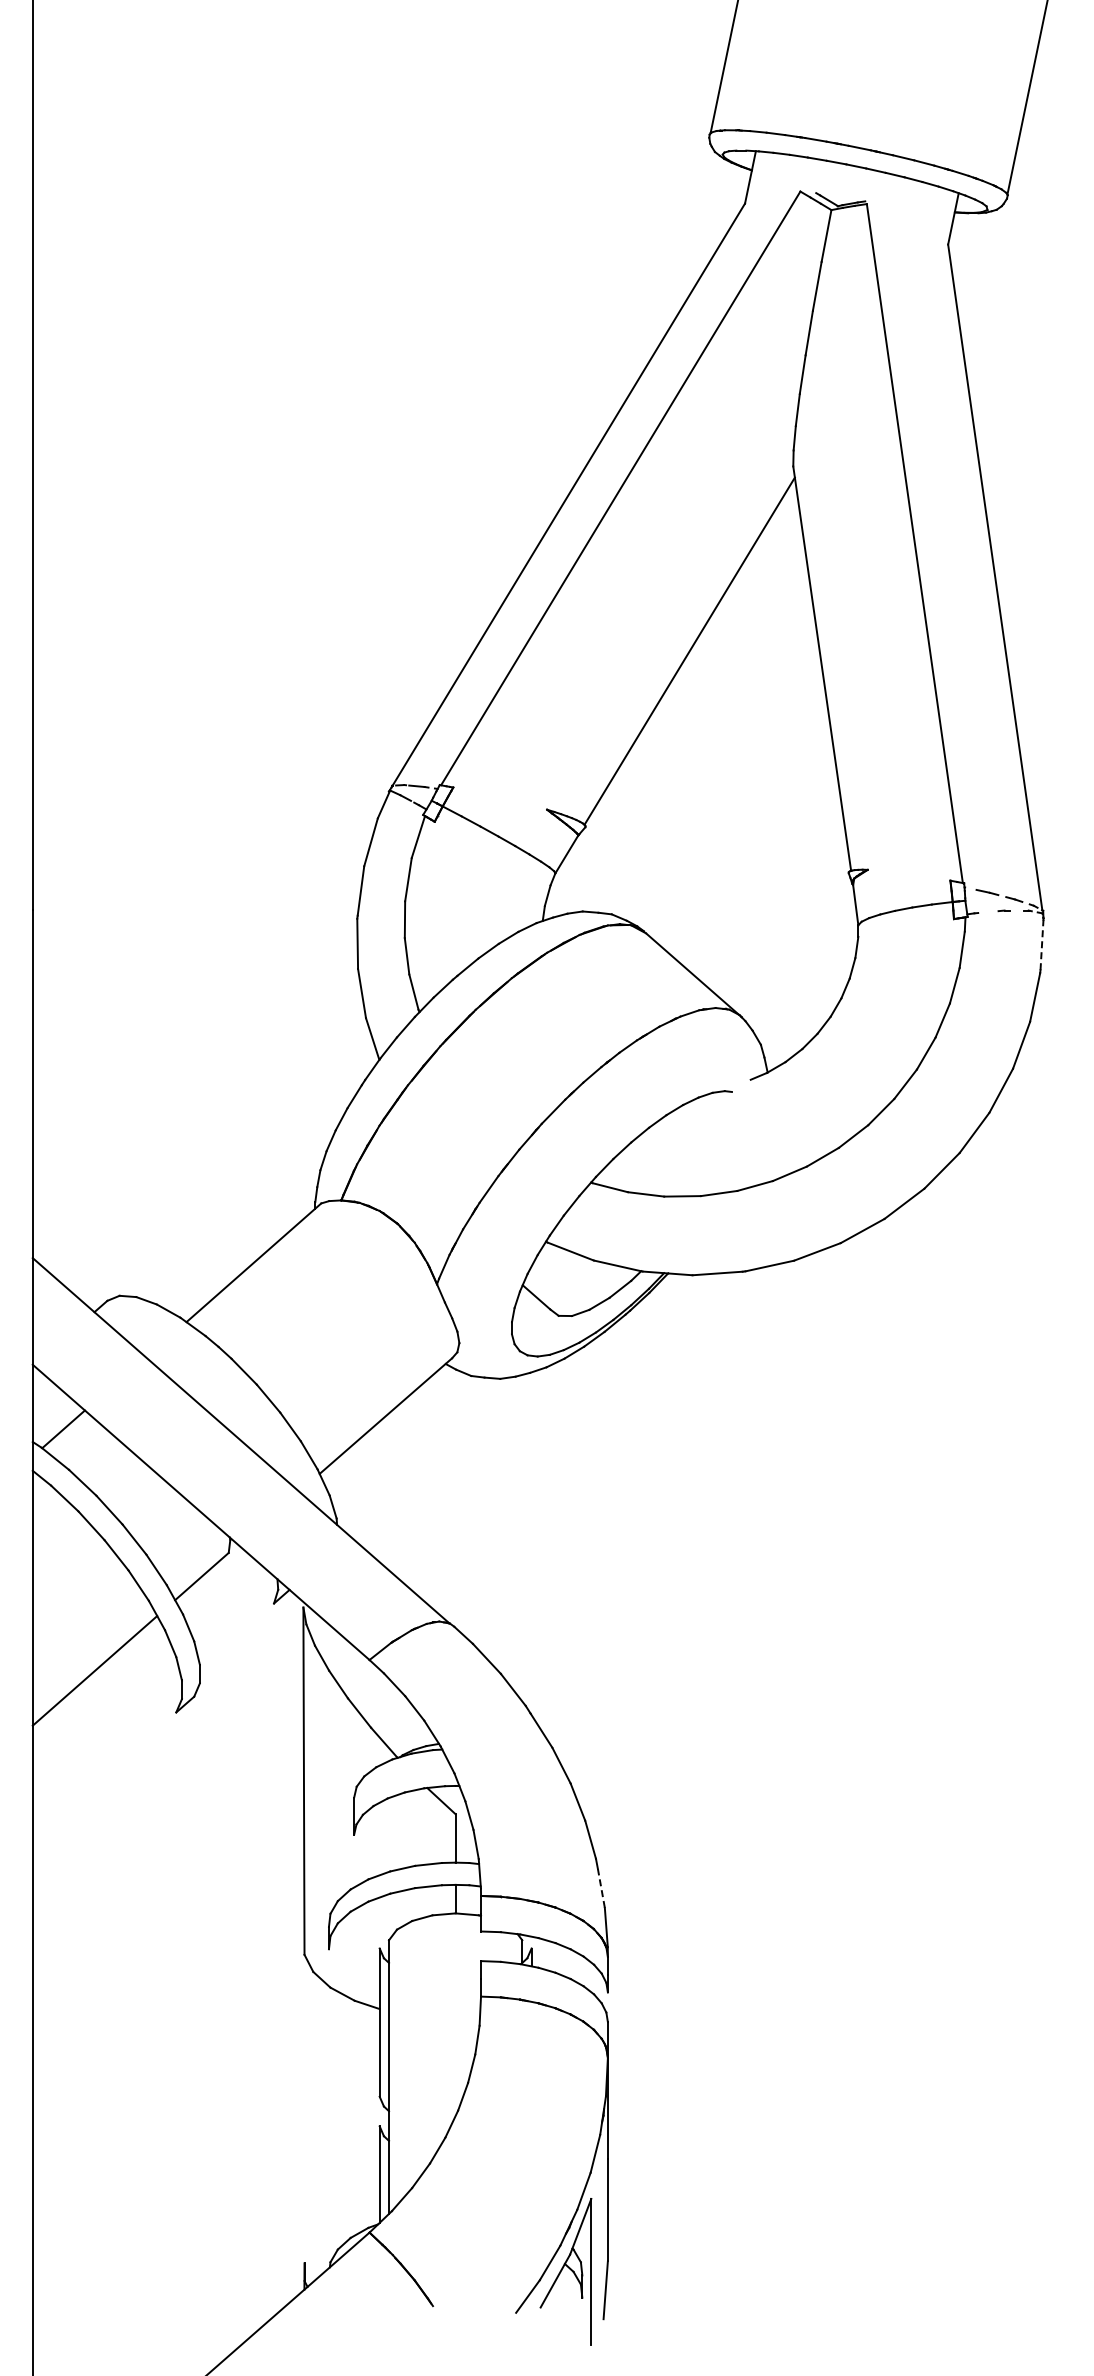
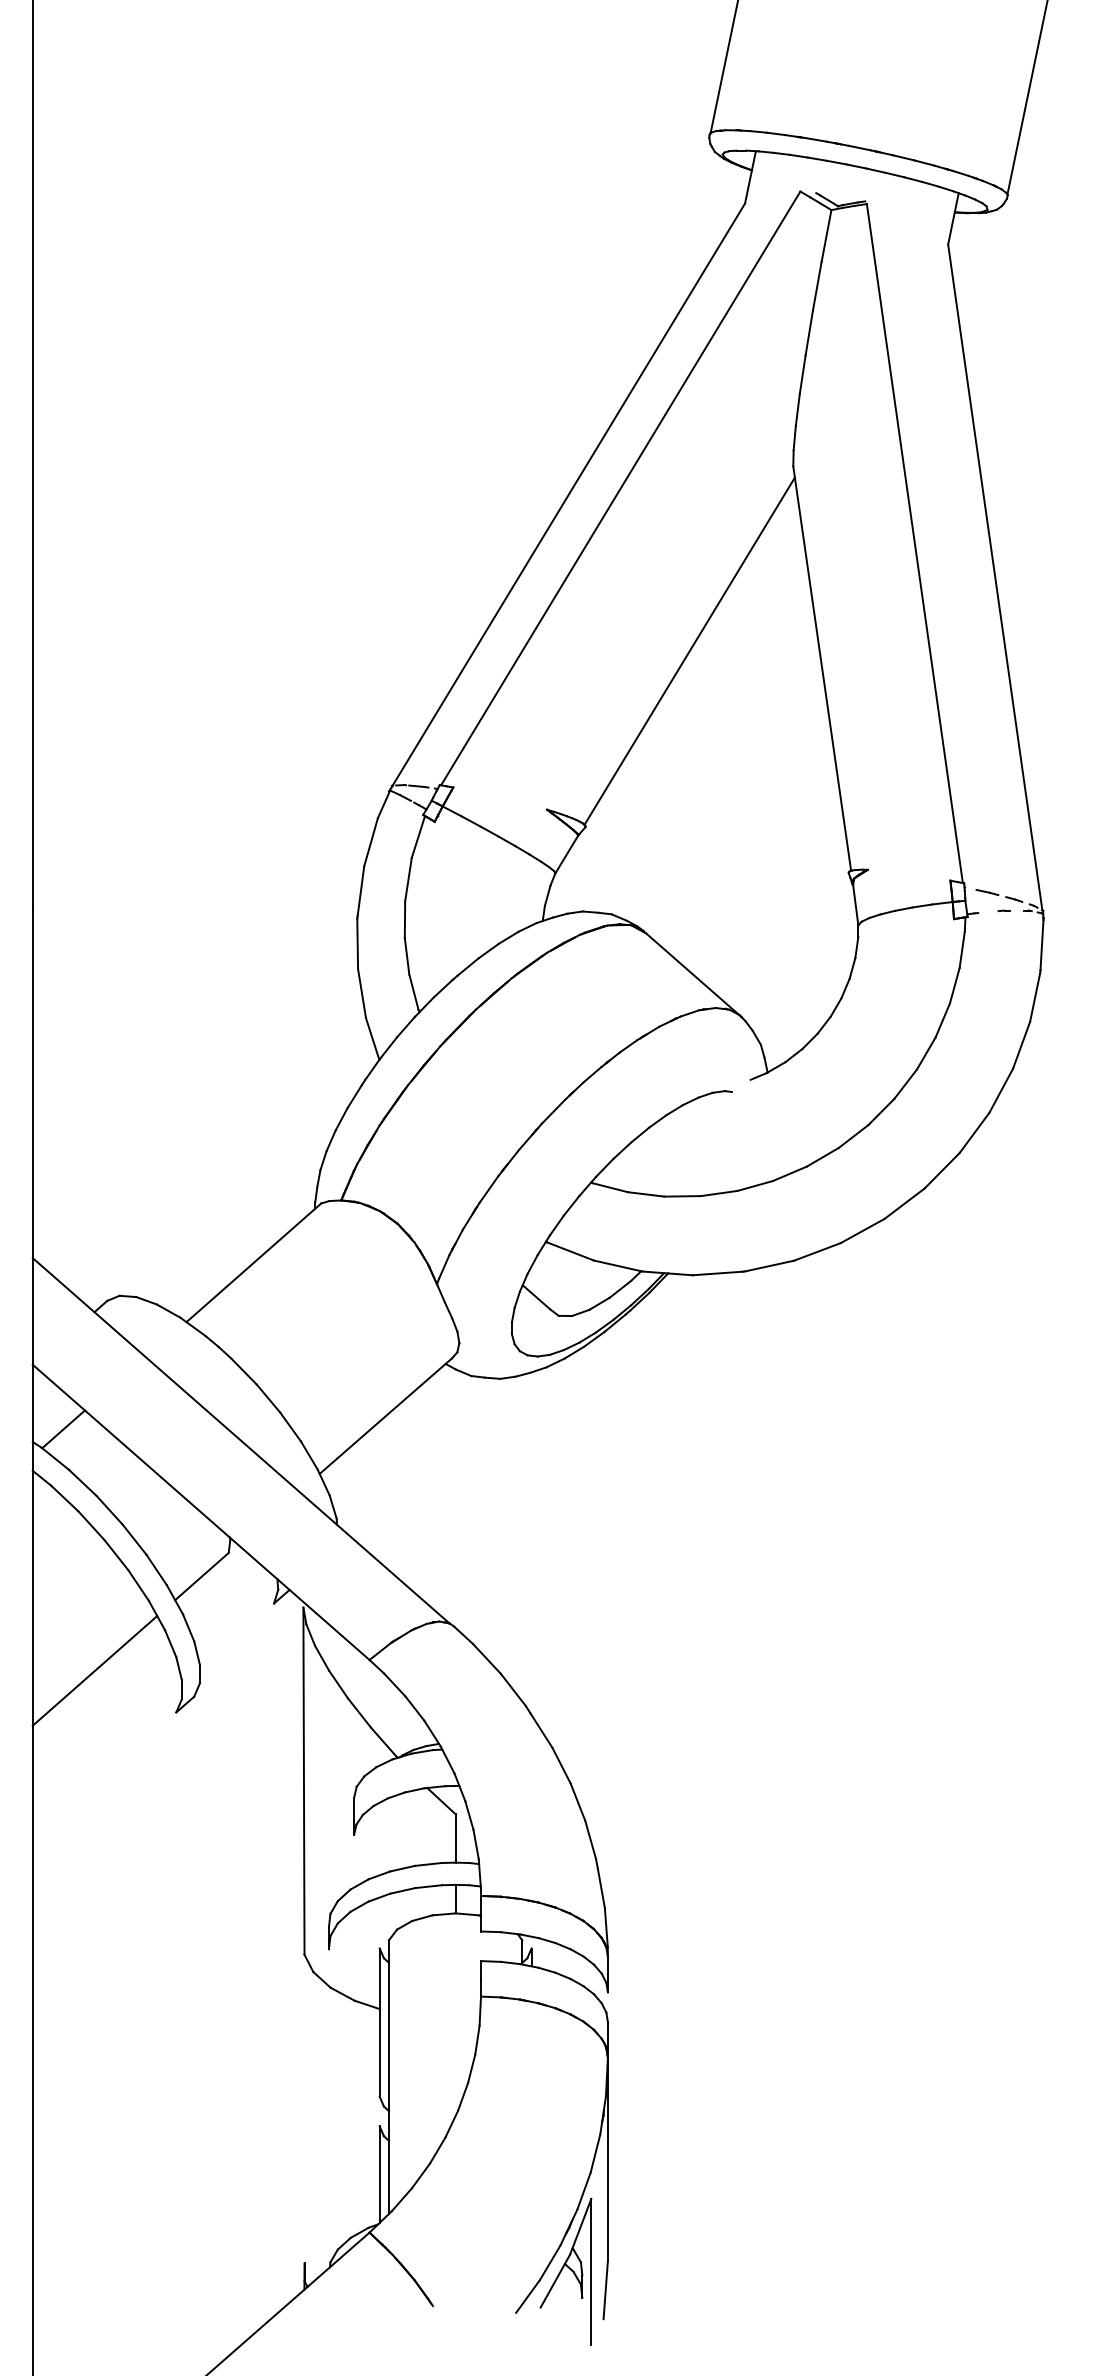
line at (1042, 944): dashed -> solid
line at (601, 1888): dashed -> solid
